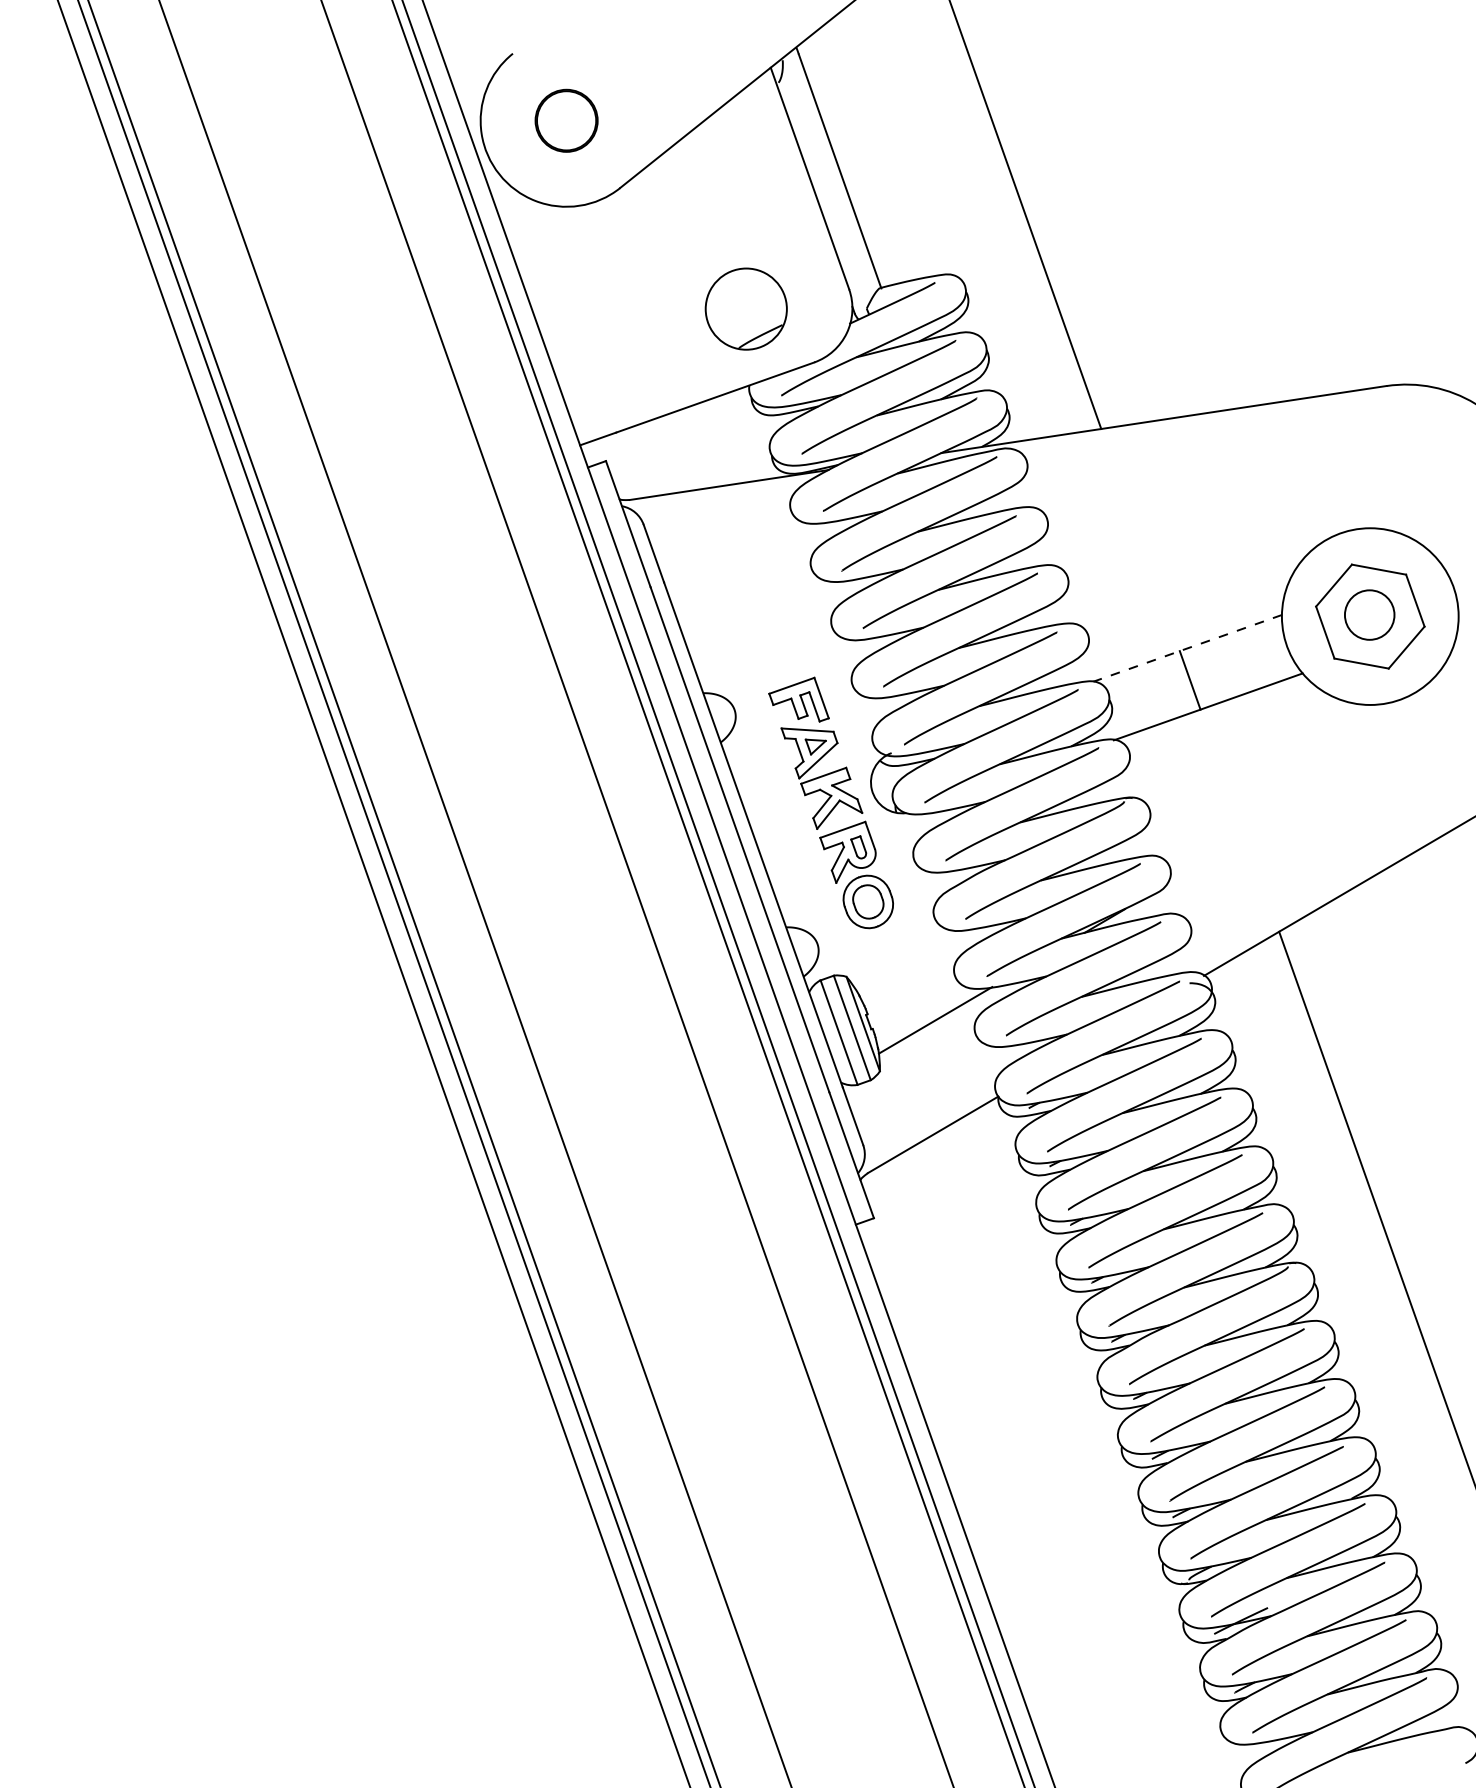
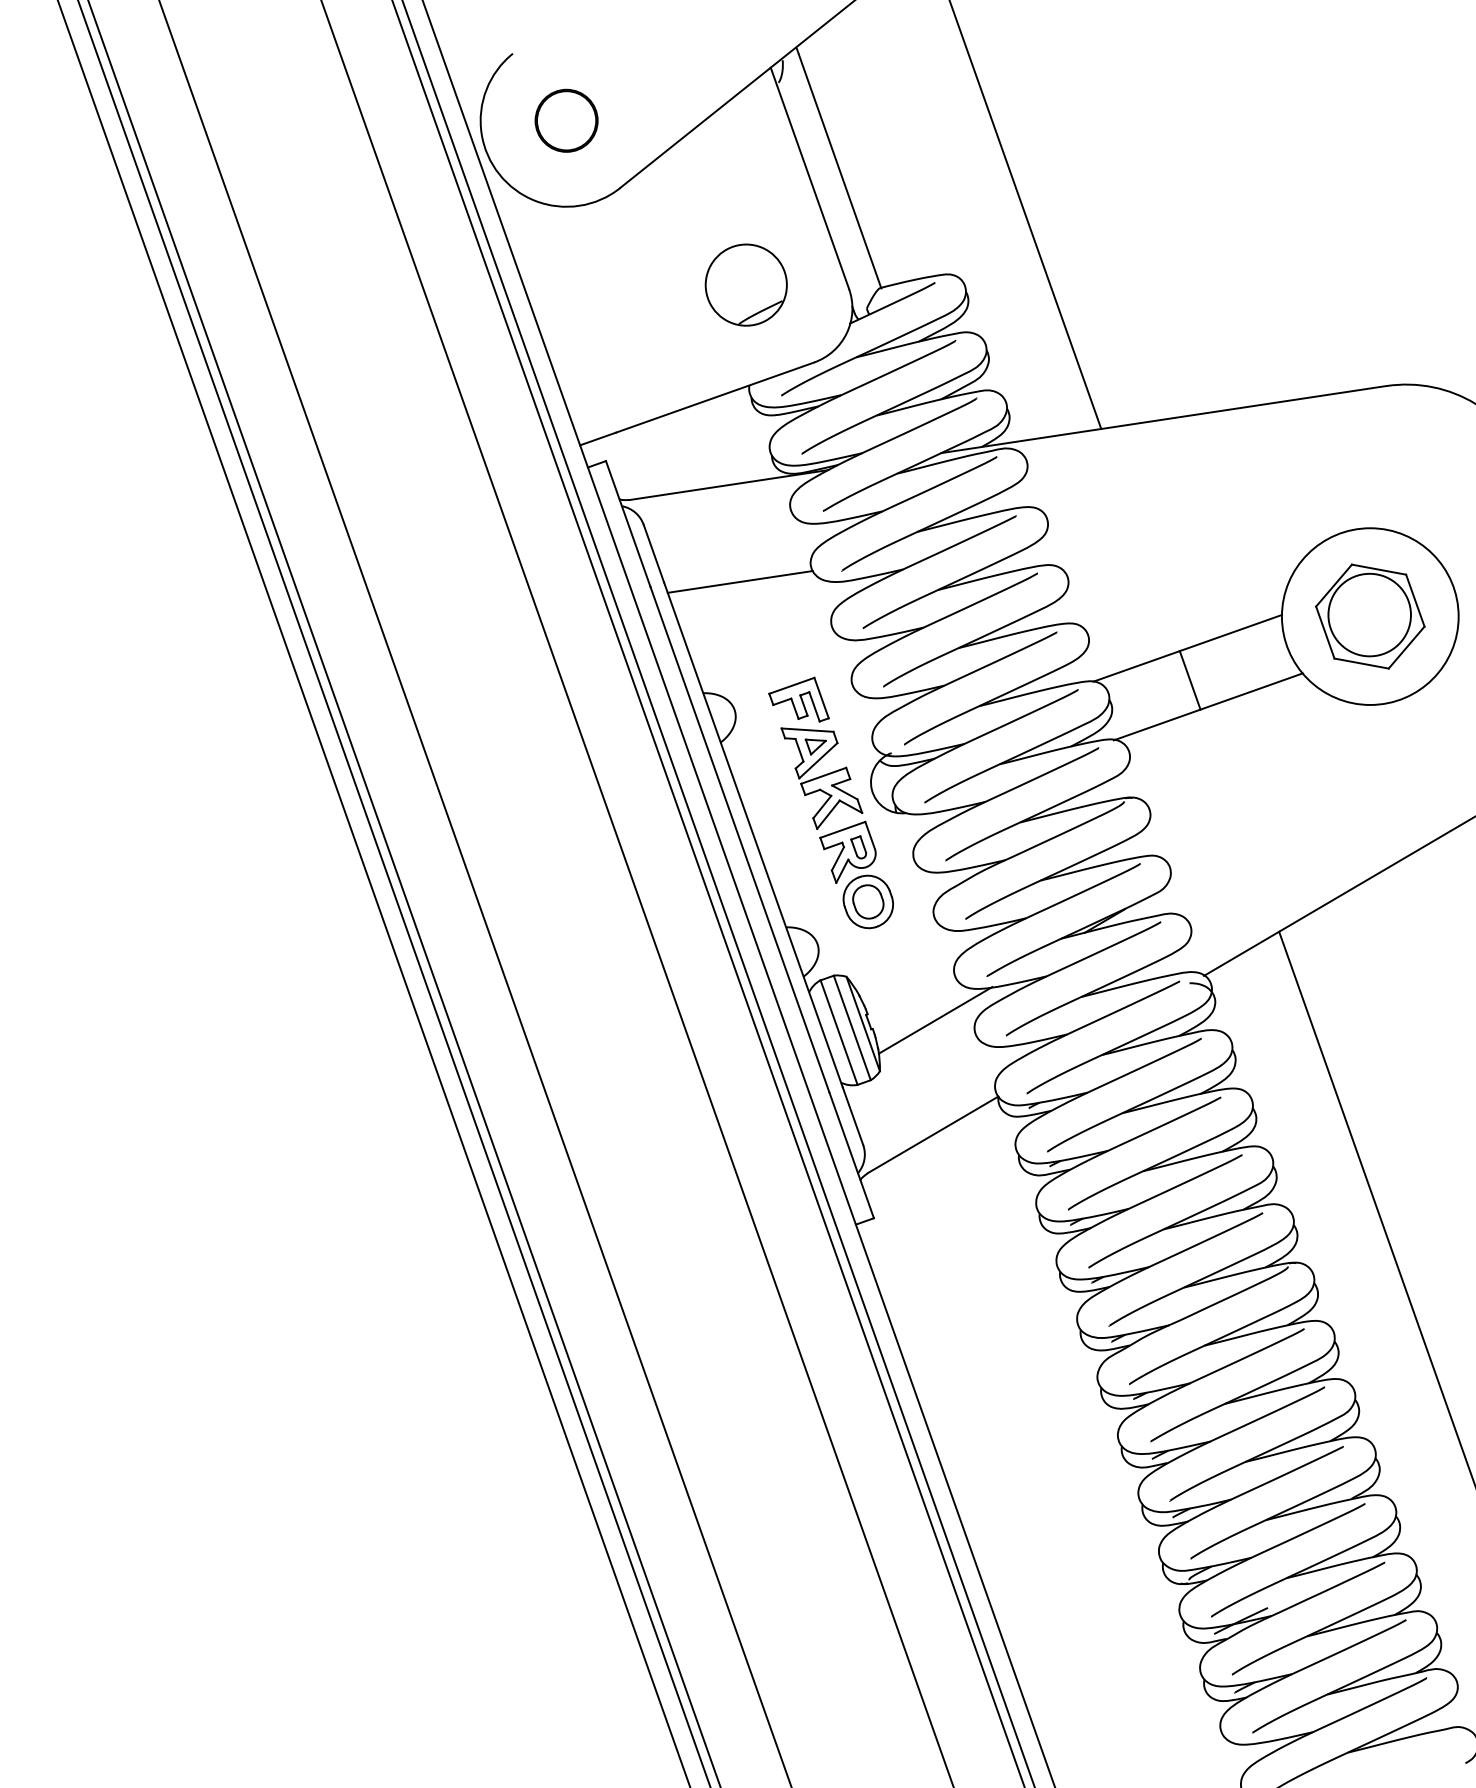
part at (745, 308) position: (745, 308) -> (745, 284)
line at (739, 581): none -> present
circle at (1369, 614) diameter: 50 px -> 83 px
line at (1187, 648): dashed -> solid
